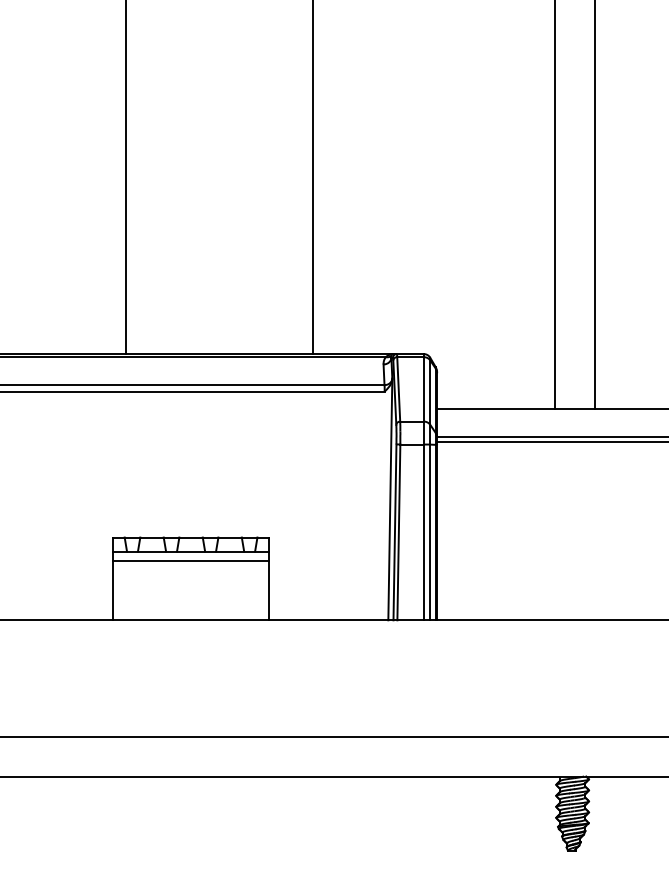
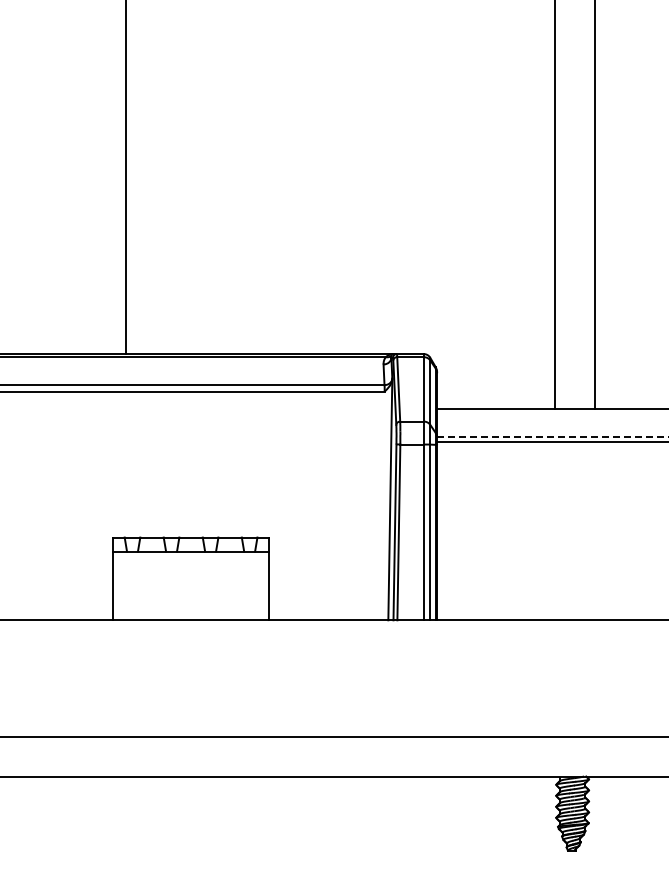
line at (313, 178): present -> none
line at (552, 437): solid -> dashed
line at (190, 560): present -> none
